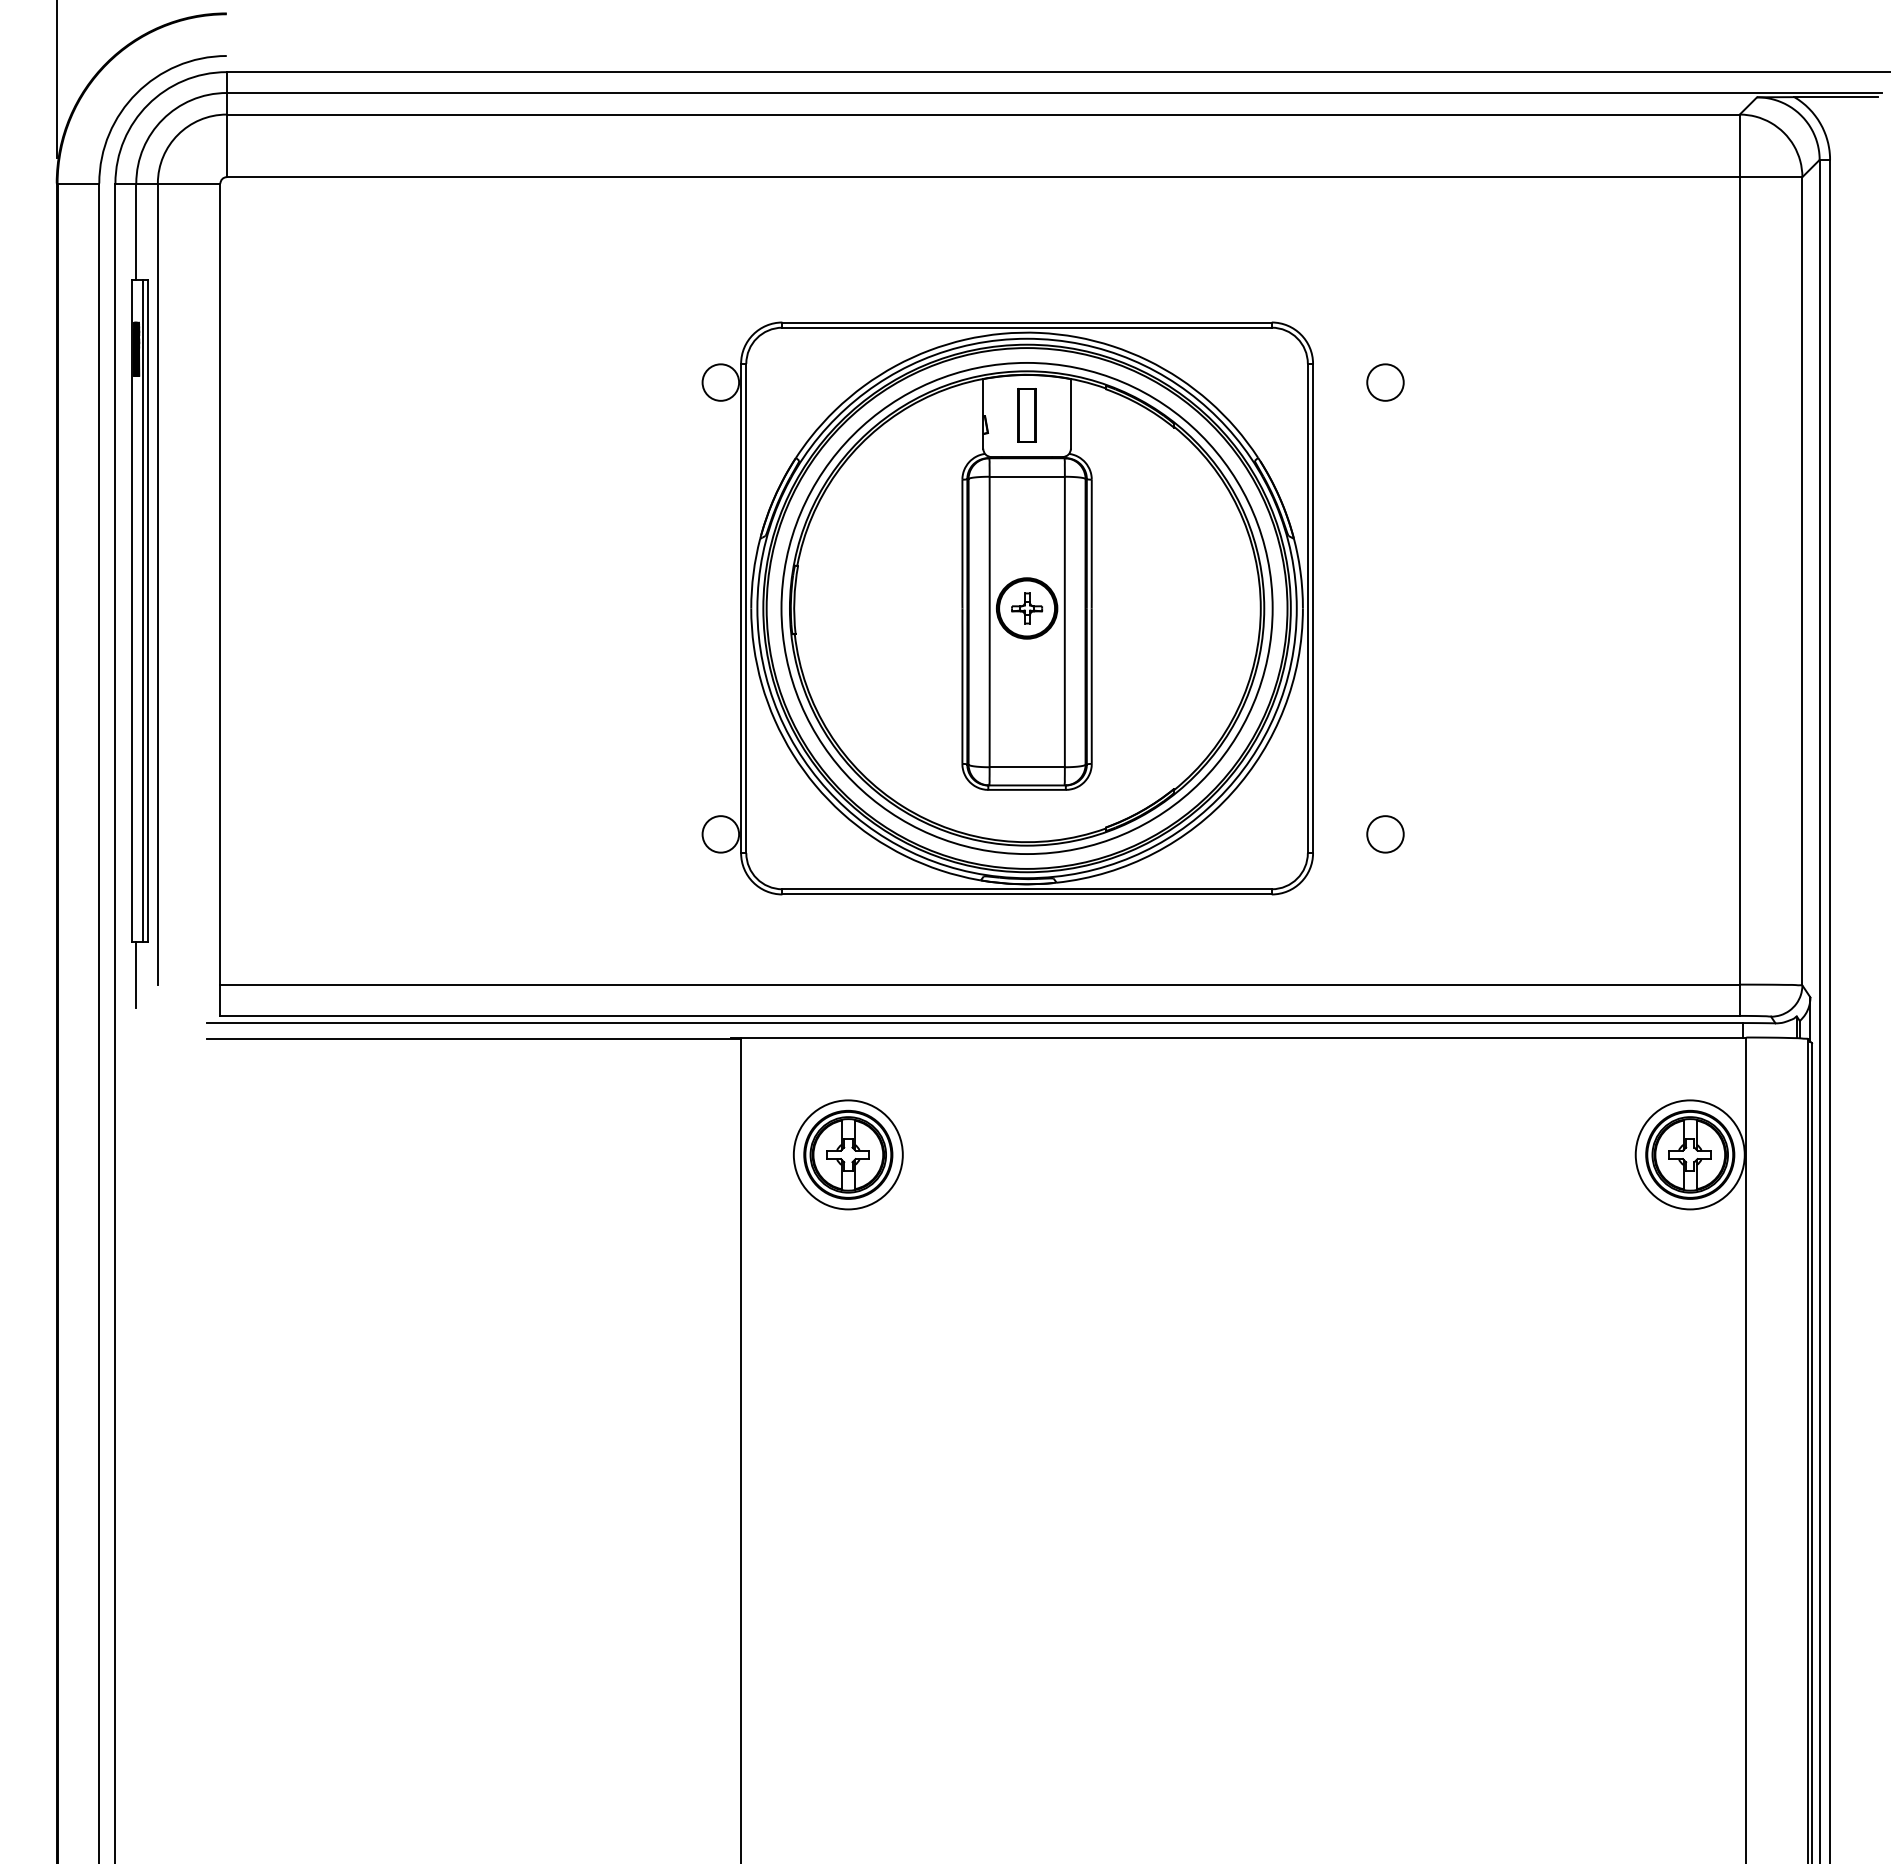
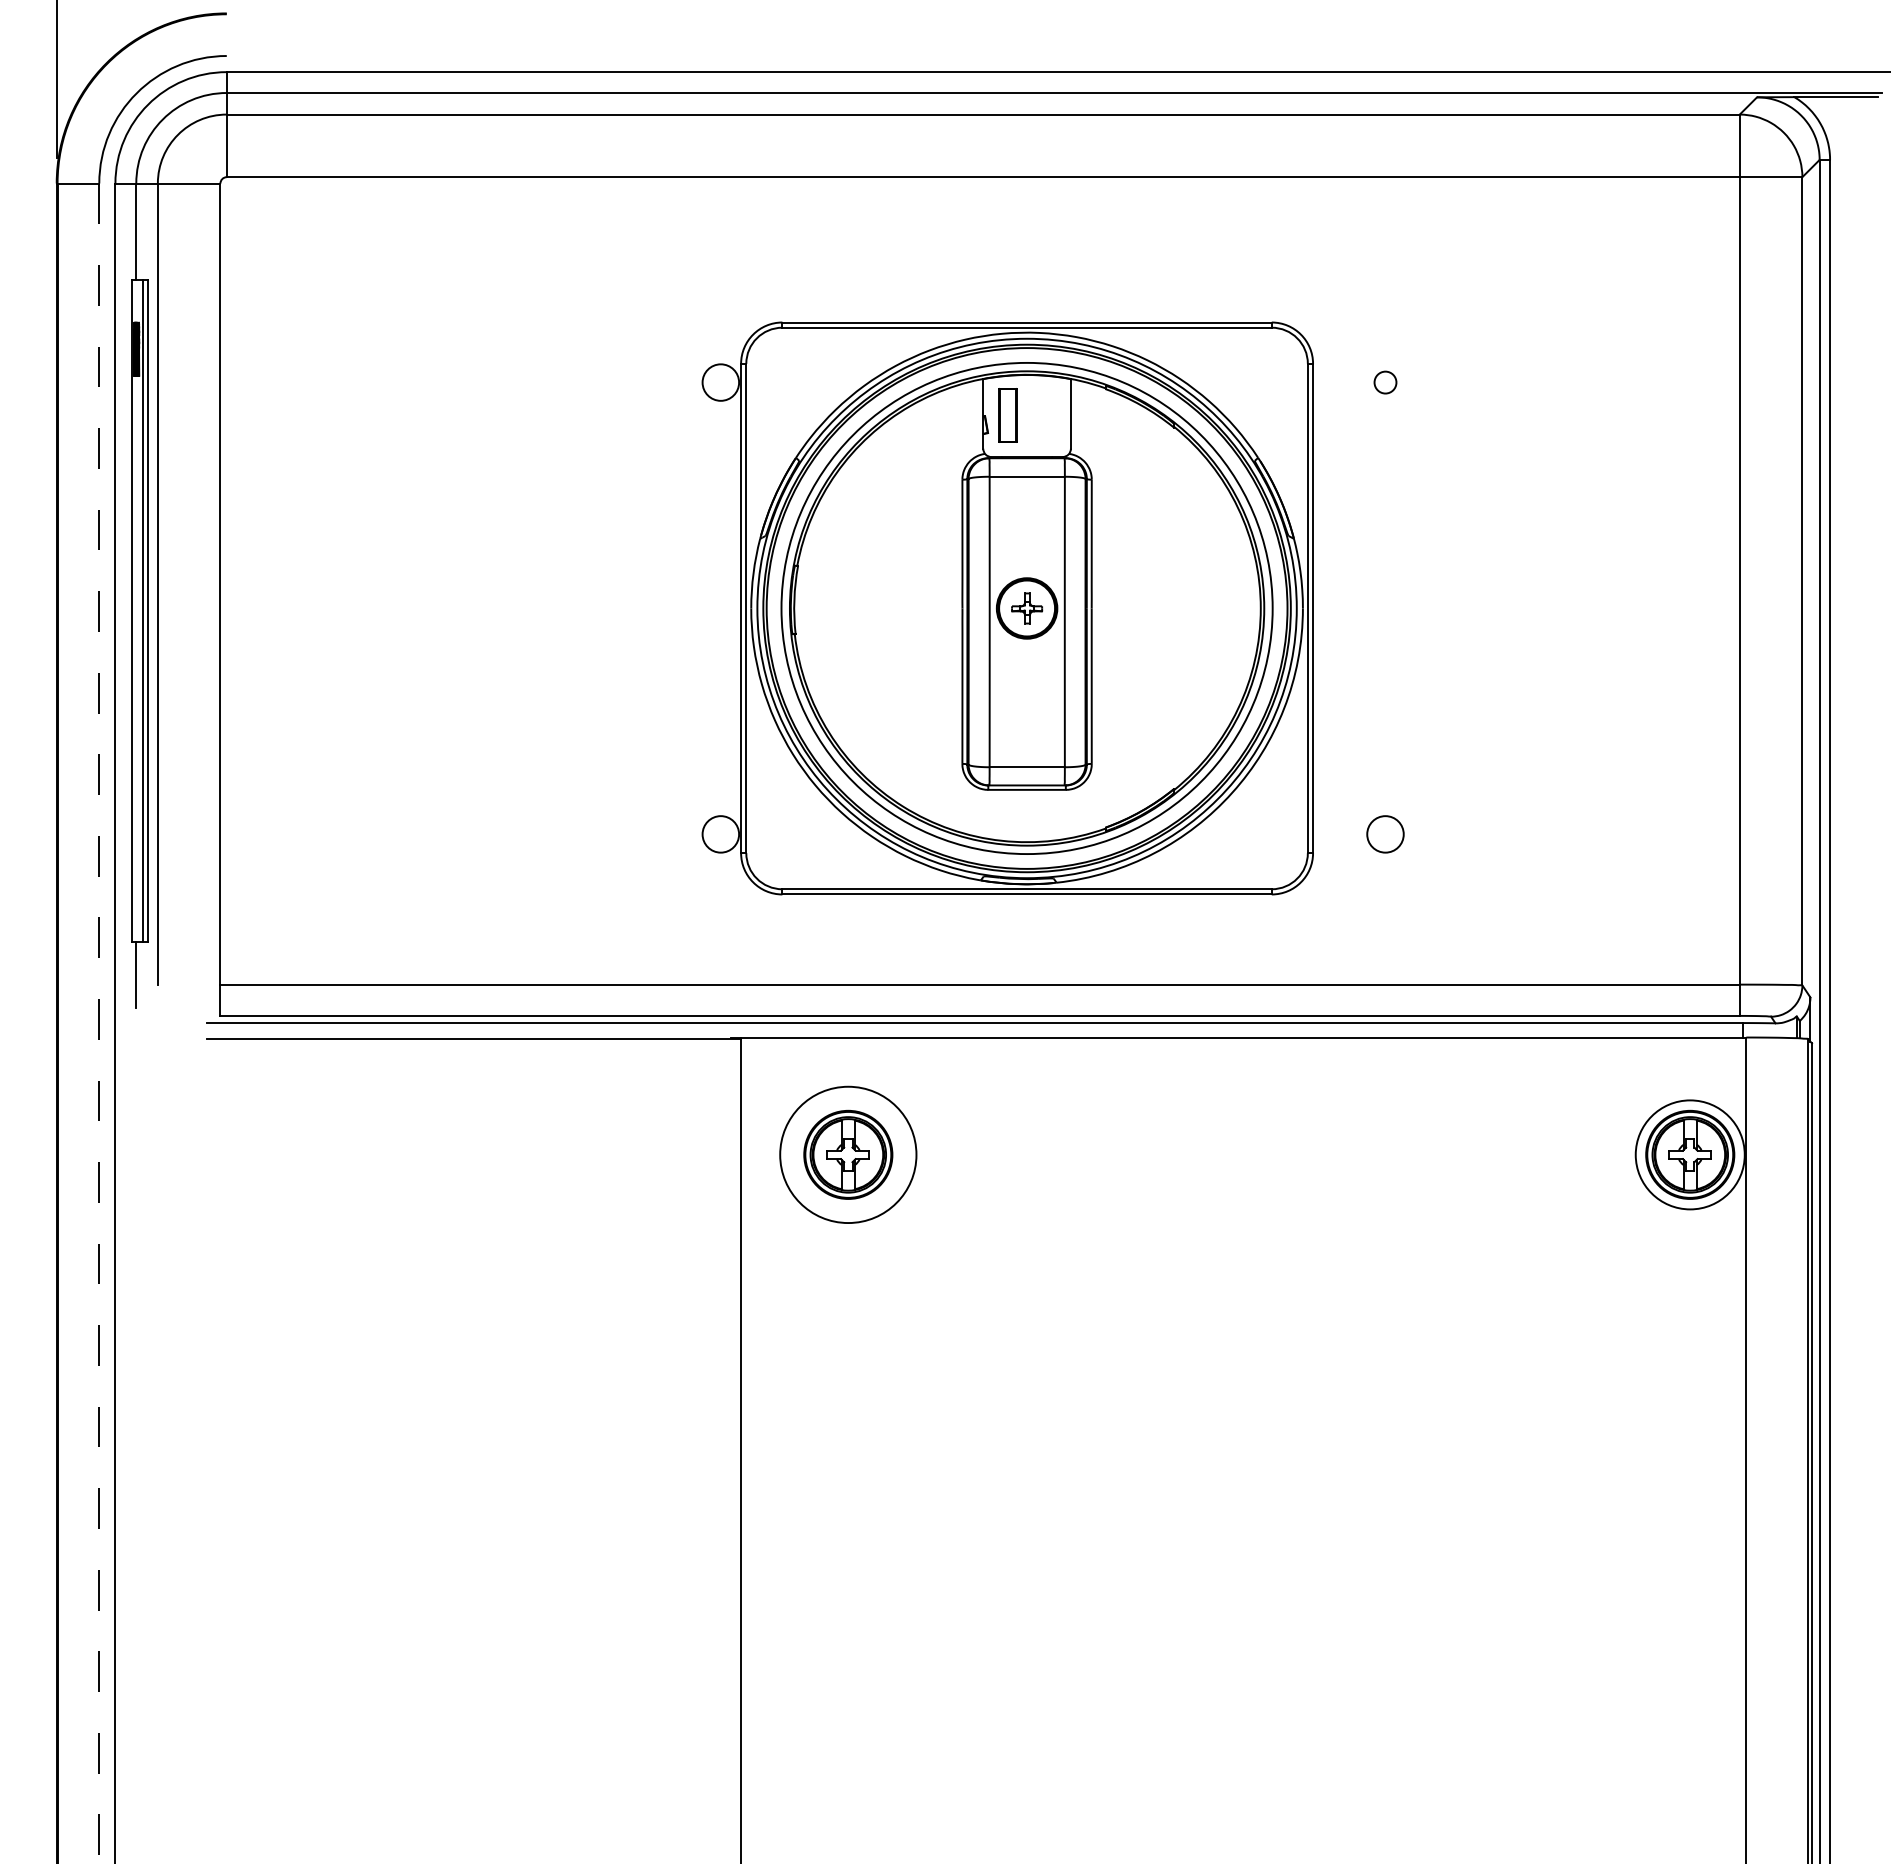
circle at (1385, 382) diameter: 37 px -> 22 px
part at (1026, 415) position: (1026, 415) -> (1007, 415)
line at (99, 1024): solid -> dashed
circle at (847, 1154) diameter: 109 px -> 136 px
